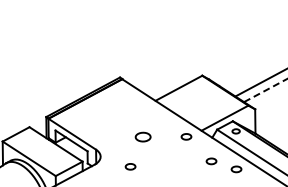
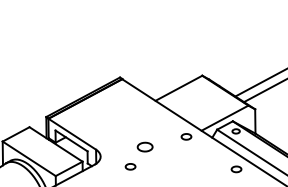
line at (265, 90): dashed -> solid
part at (142, 136) position: (142, 136) -> (144, 146)
part at (211, 161): present -> none
